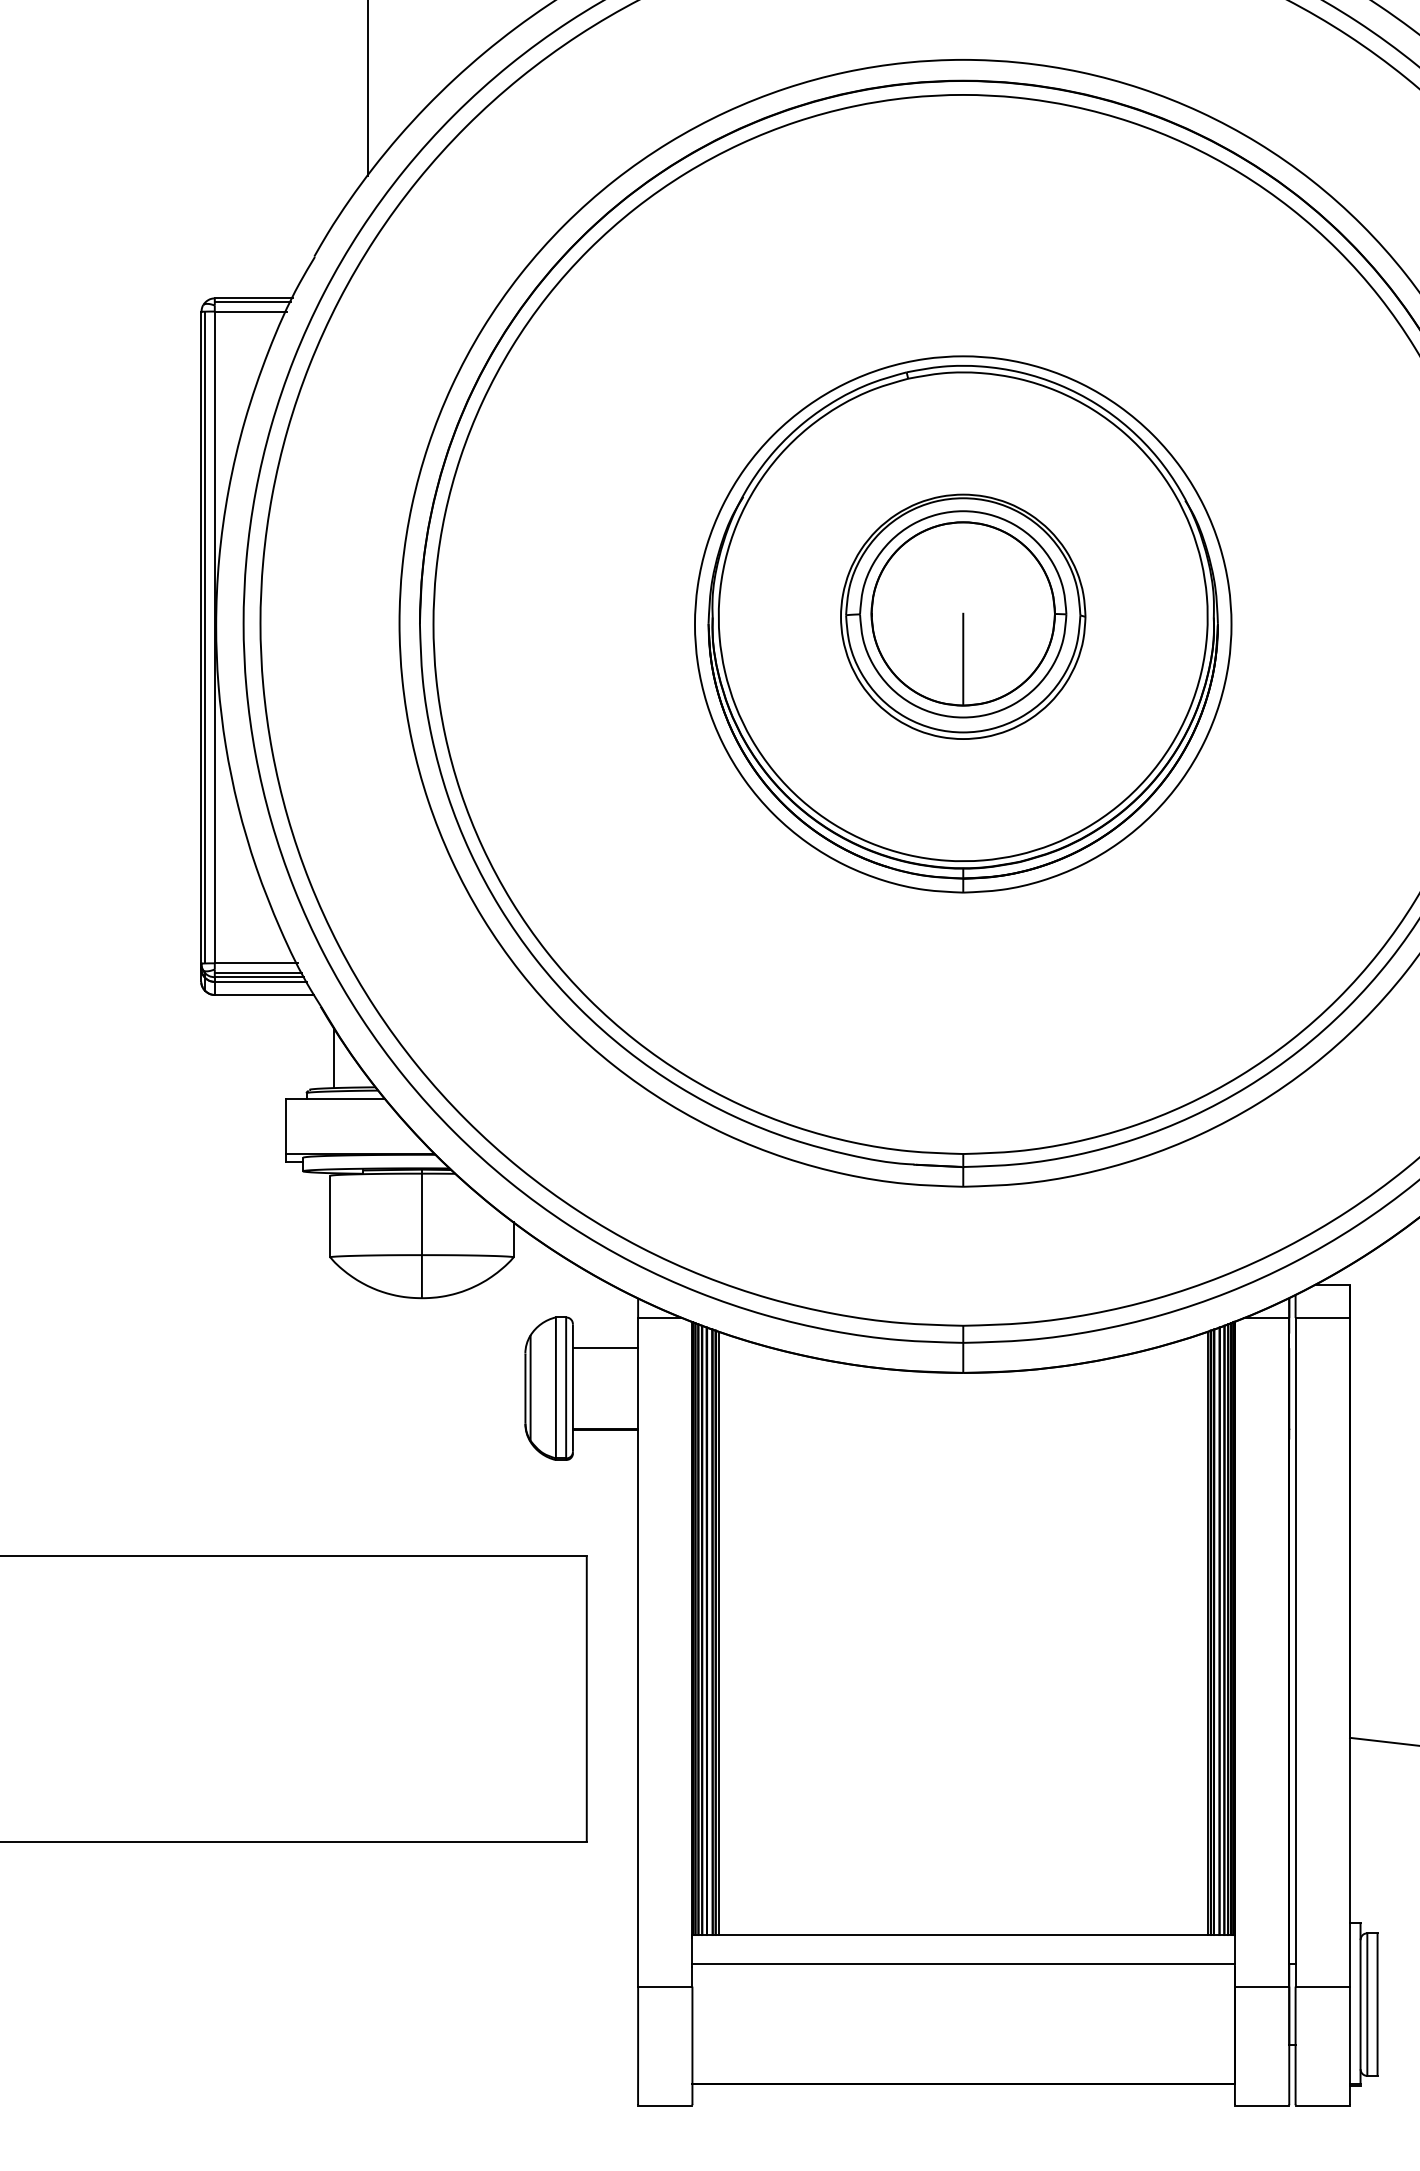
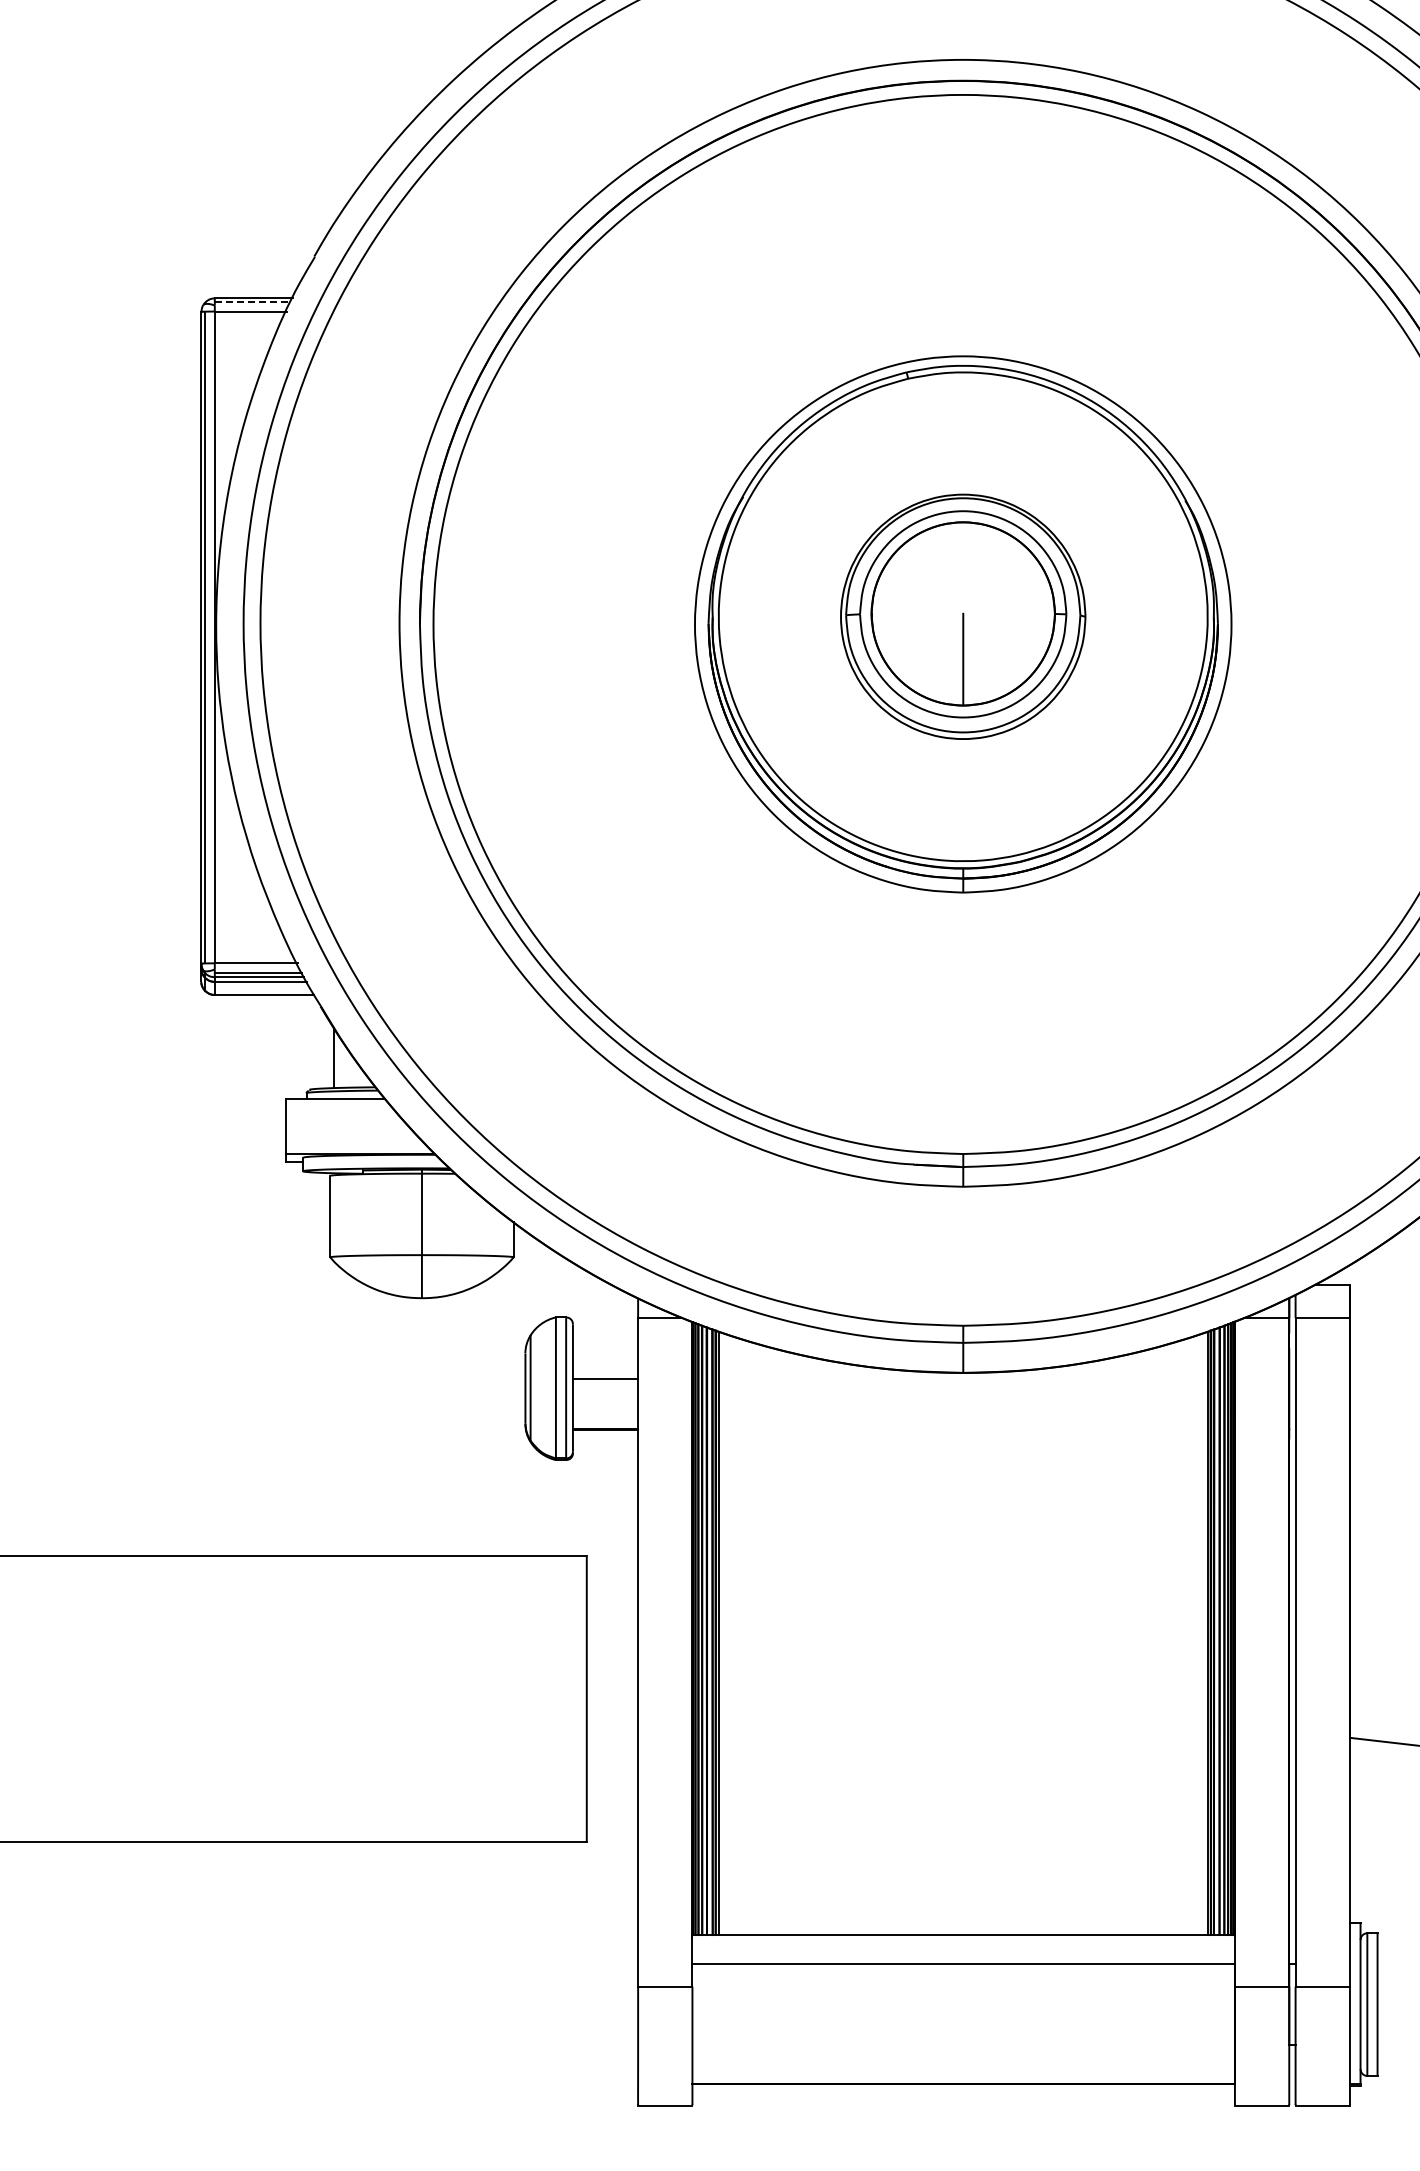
line at (367, 88): present -> none
line at (253, 302): solid -> dashed
line at (605, 1348) position: (605, 1348) -> (605, 1379)
